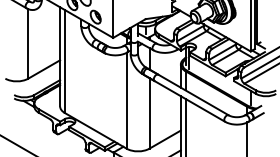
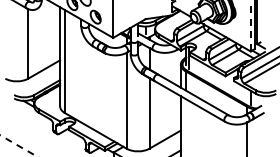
line at (250, 25): solid -> dashed
line at (185, 125): present -> none
line at (18, 146): solid -> dashed
